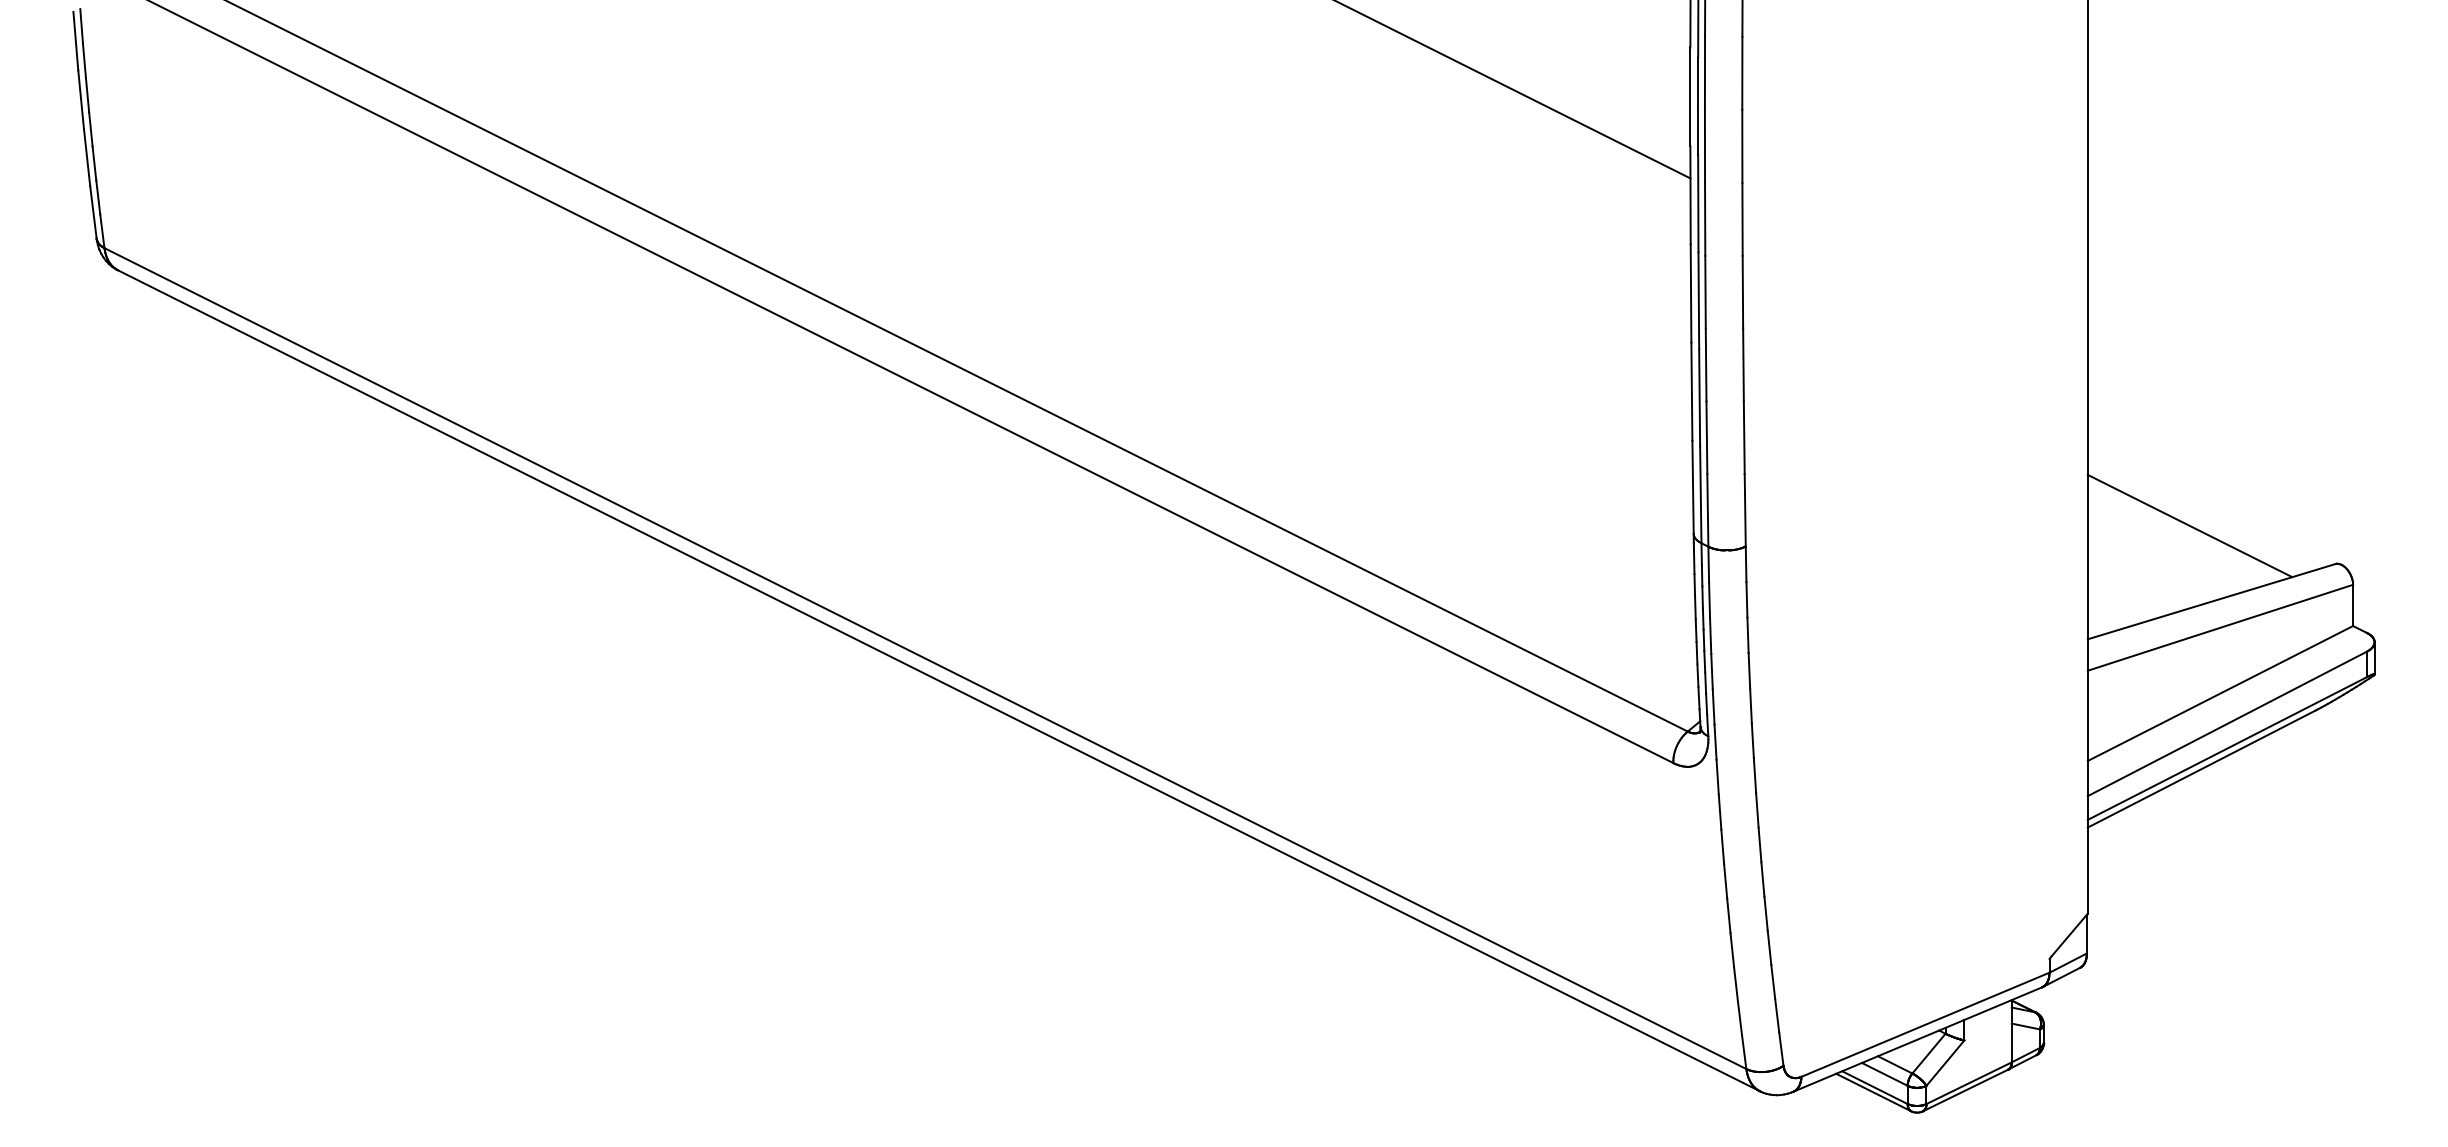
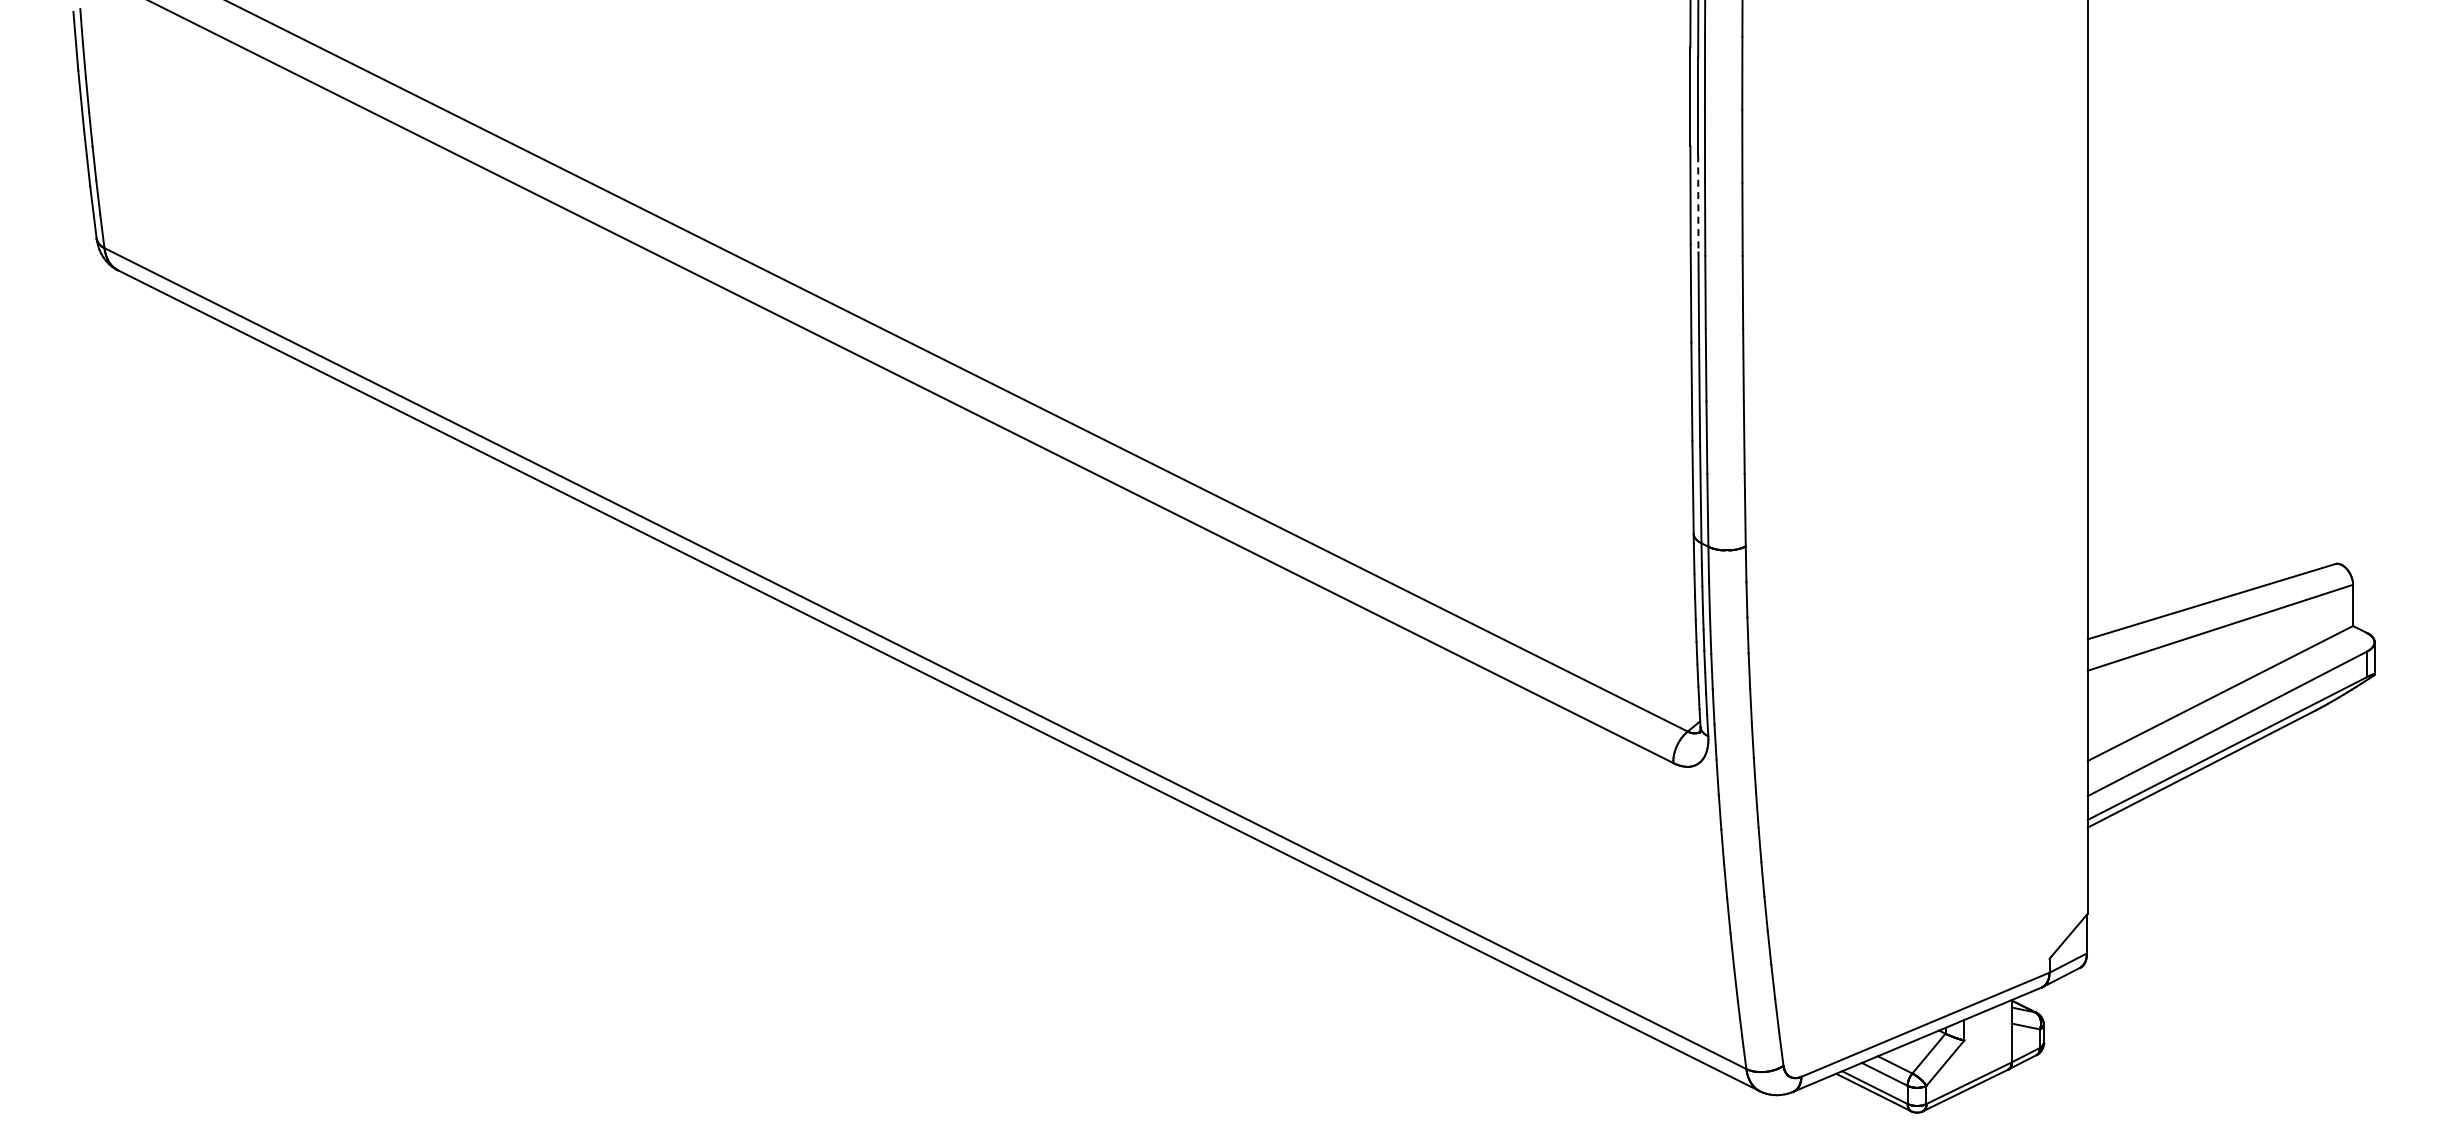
line at (1514, 90): present -> none
line at (1698, 203): solid -> dashed
line at (2189, 525): present -> none
